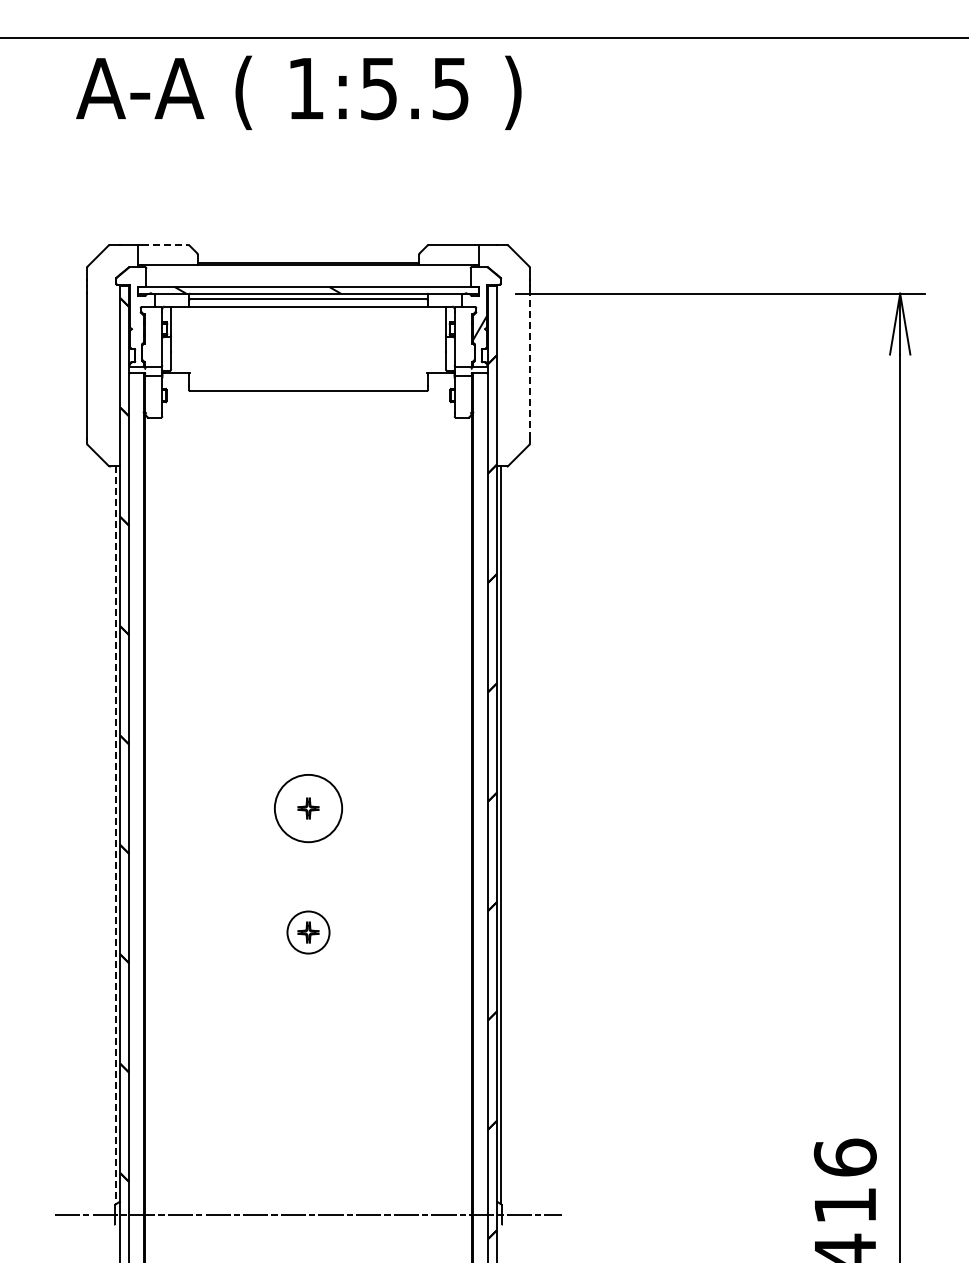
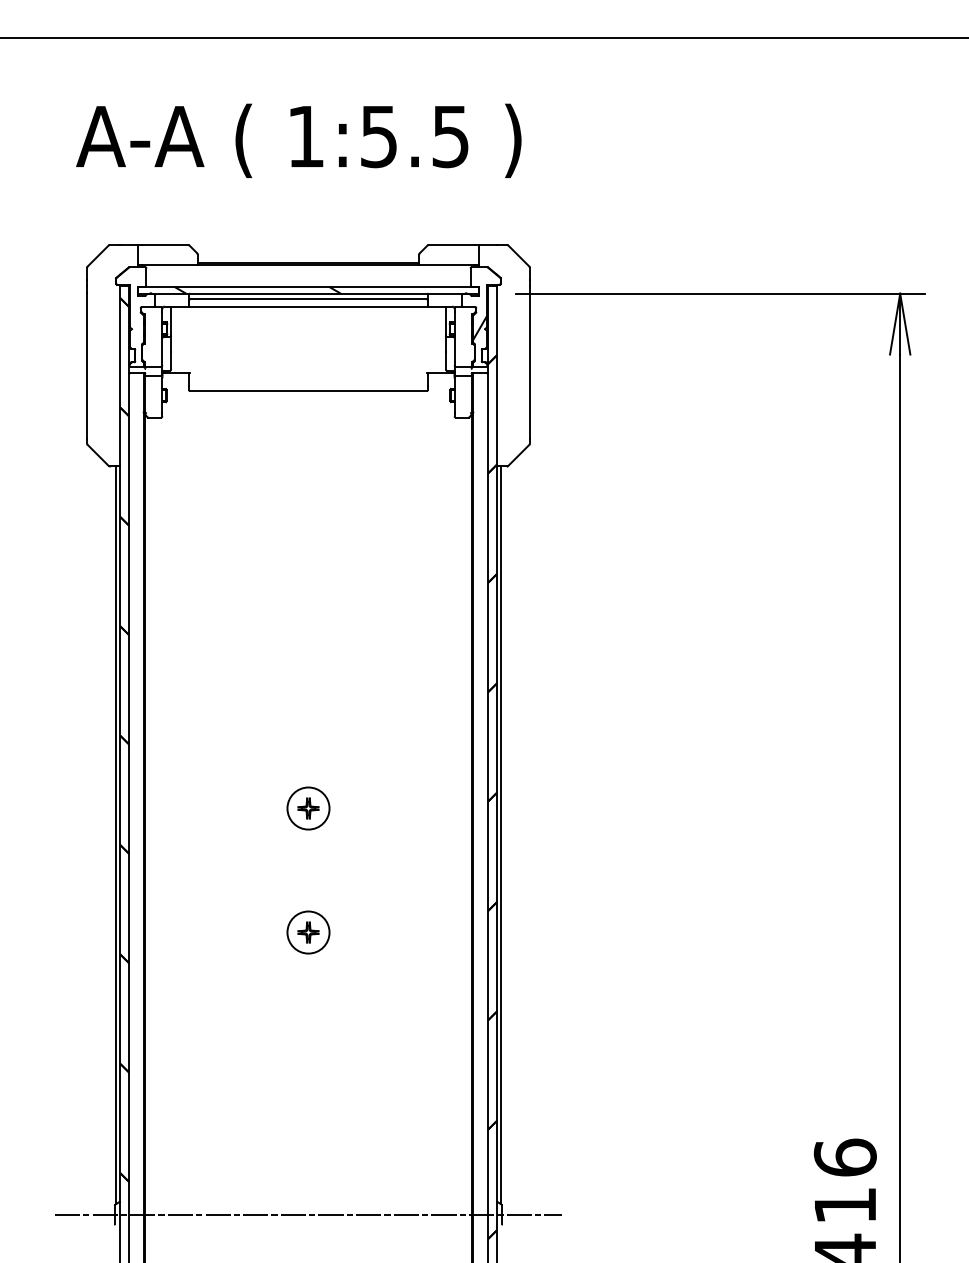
text at (298, 92) position: (298, 92) -> (298, 140)
line at (165, 244): dashed -> solid
line at (529, 365): dashed -> solid
circle at (308, 808) diameter: 67 px -> 42 px
line at (115, 835): dashed -> solid
